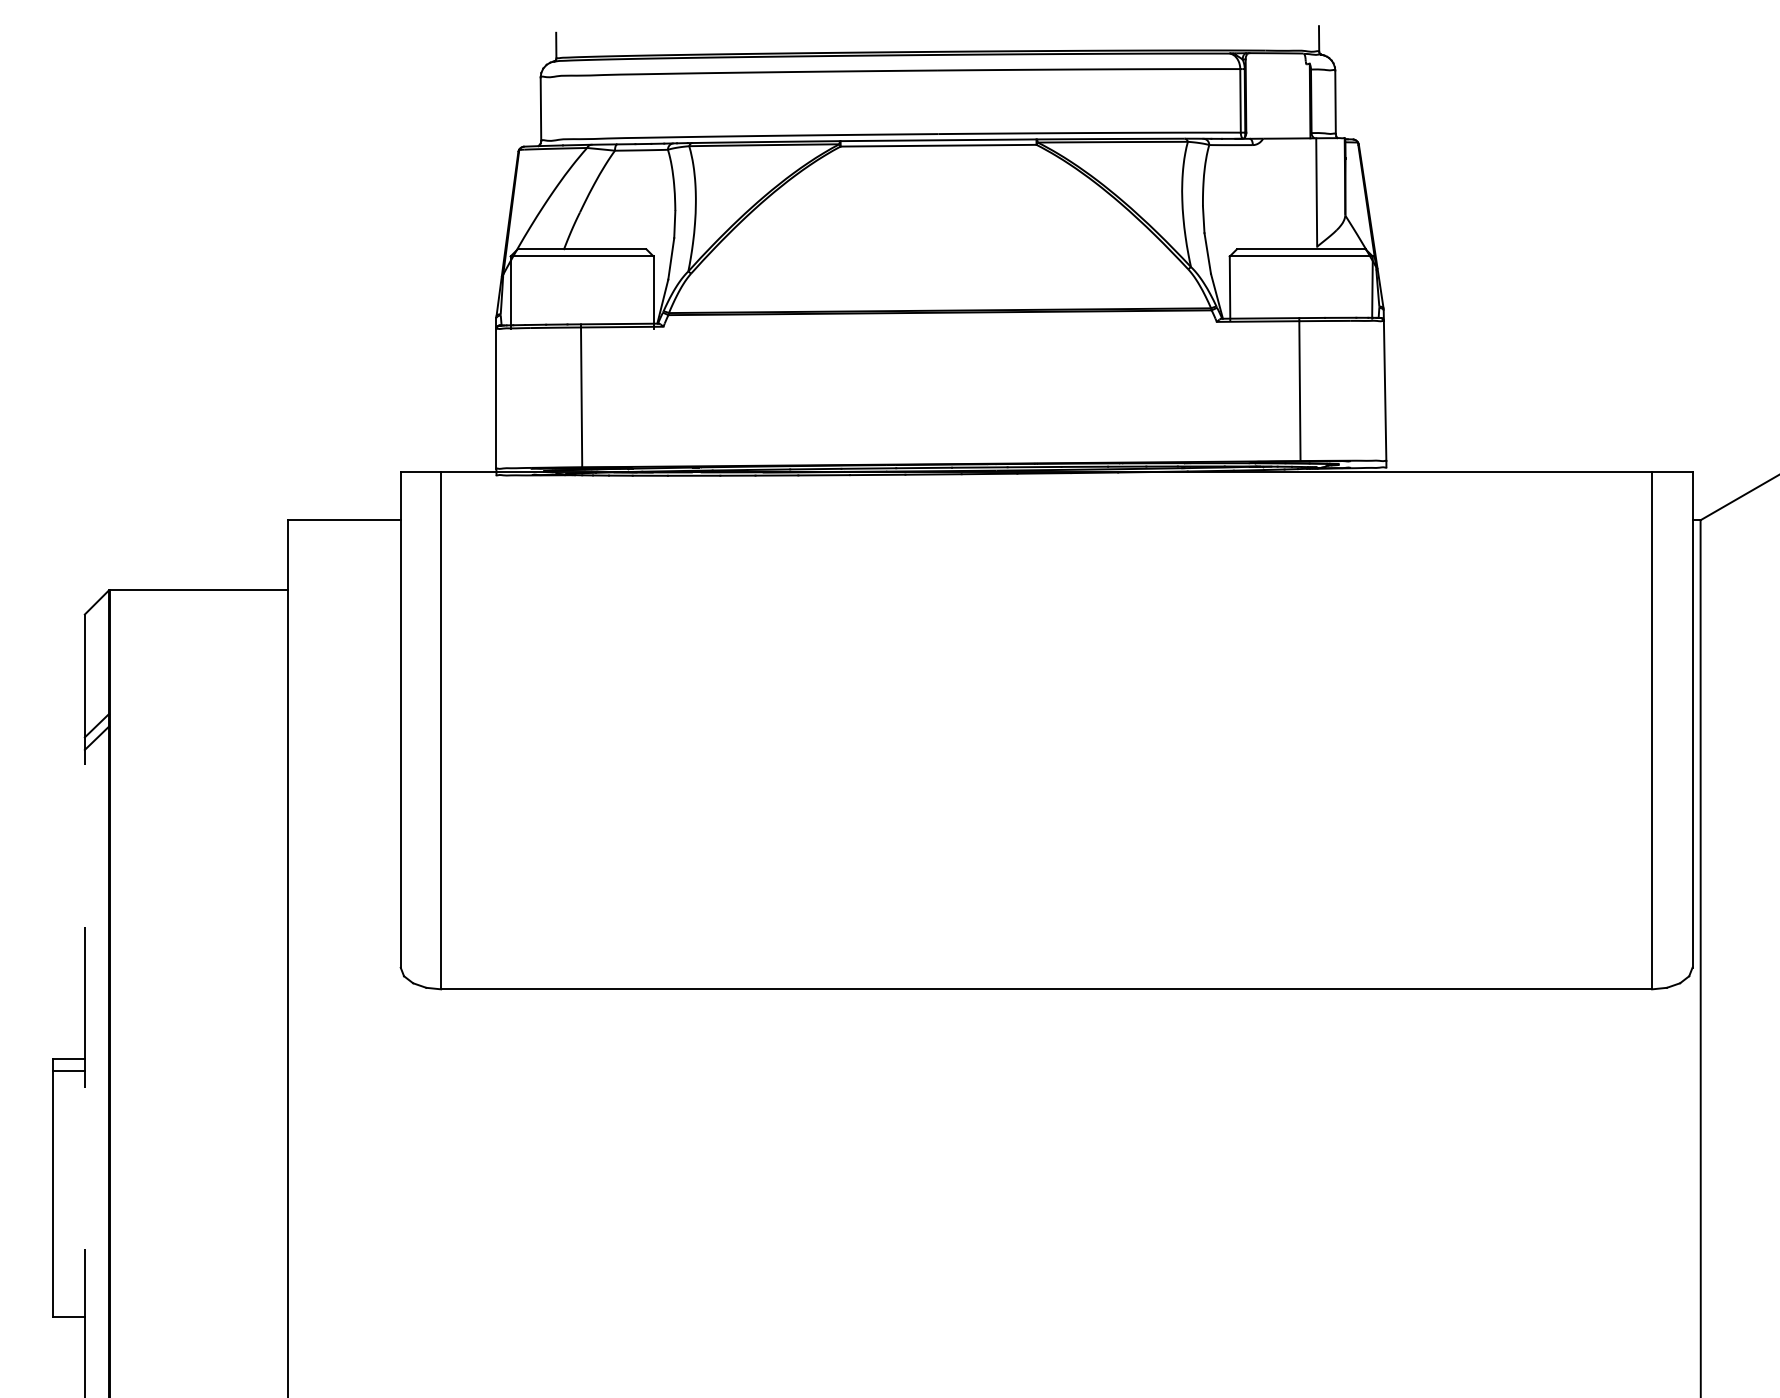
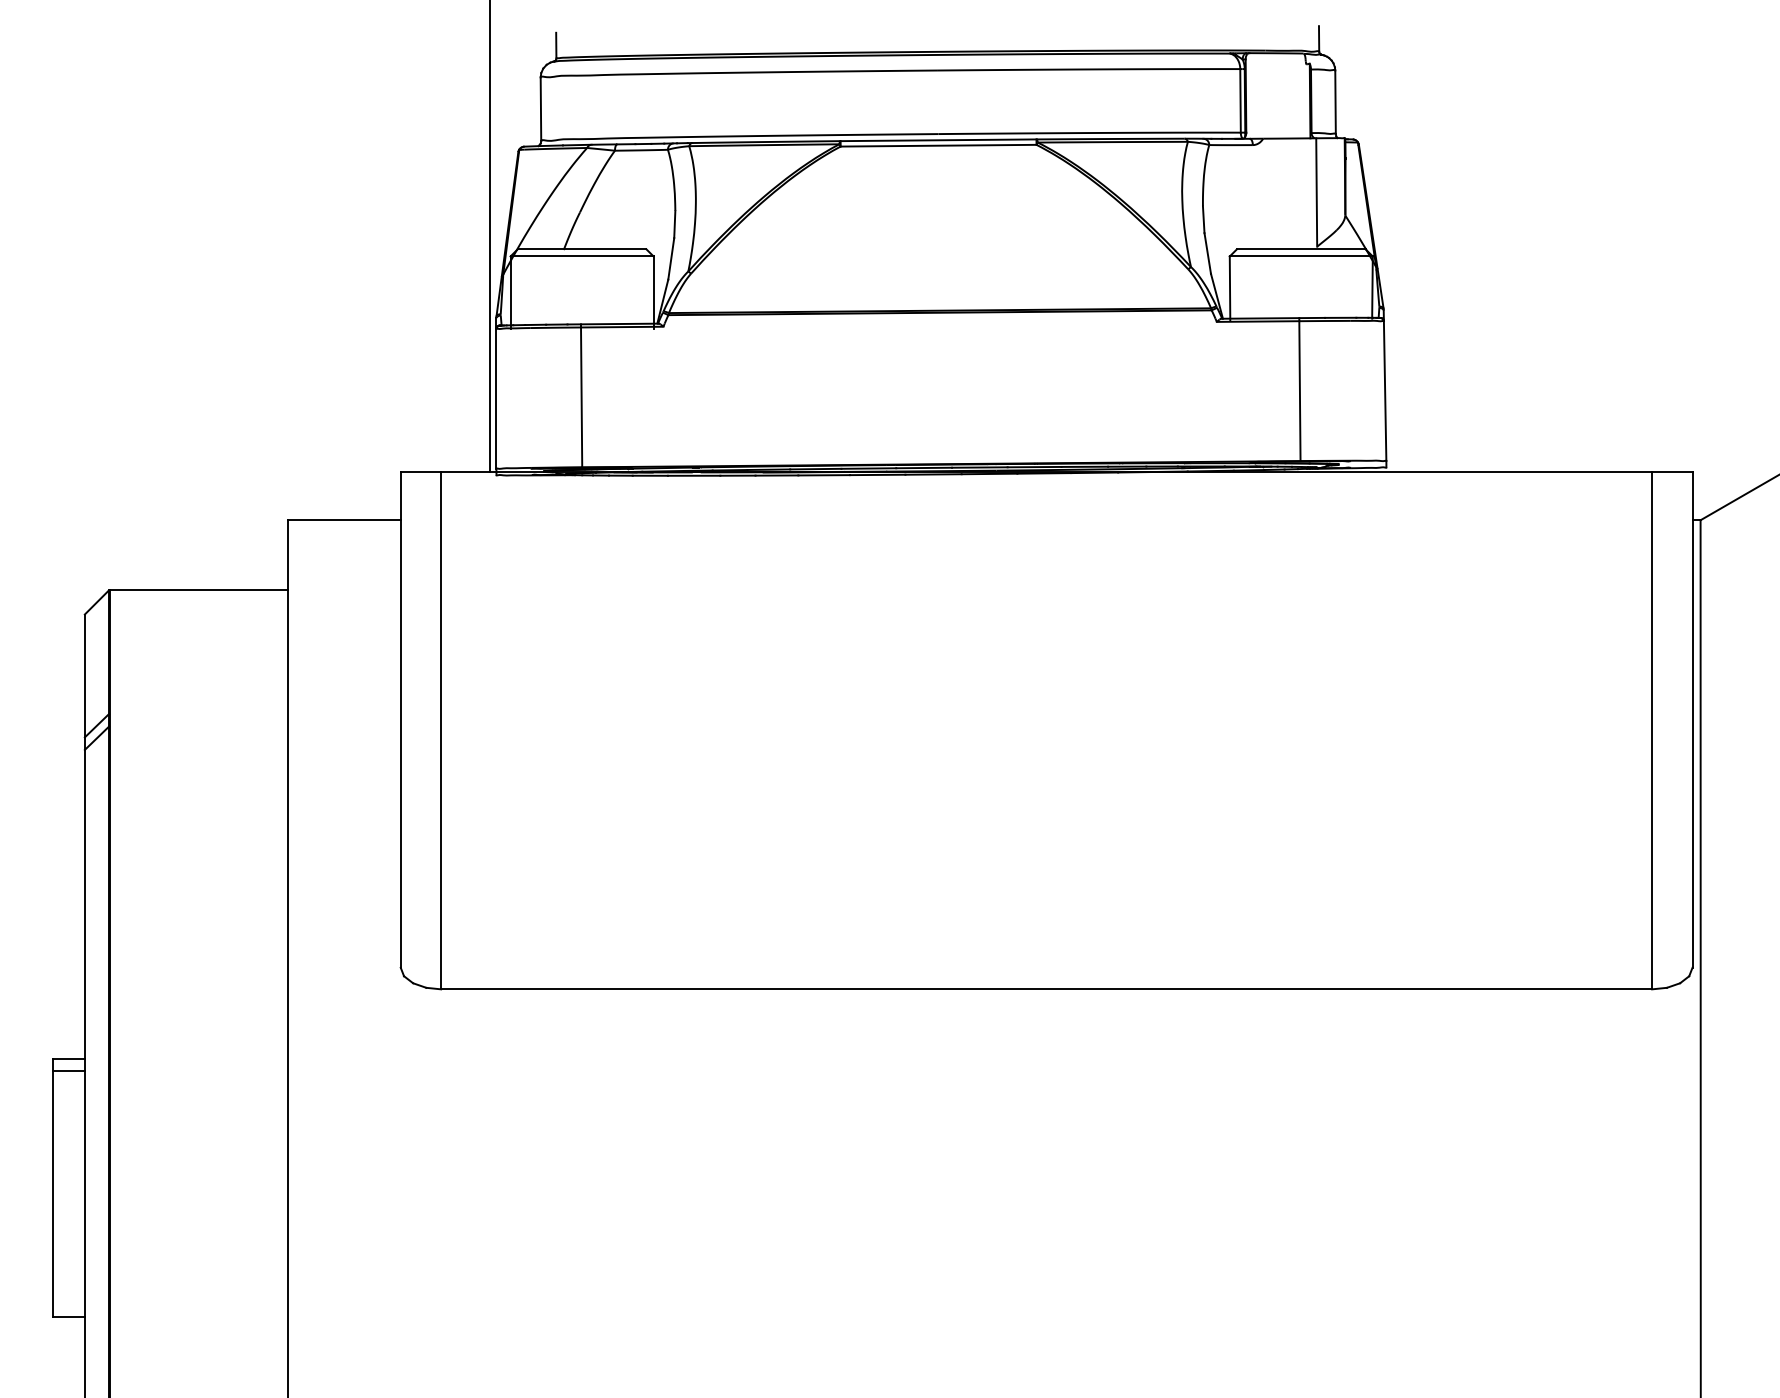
line at (489, 236): none -> present
line at (84, 1006): dashed -> solid
